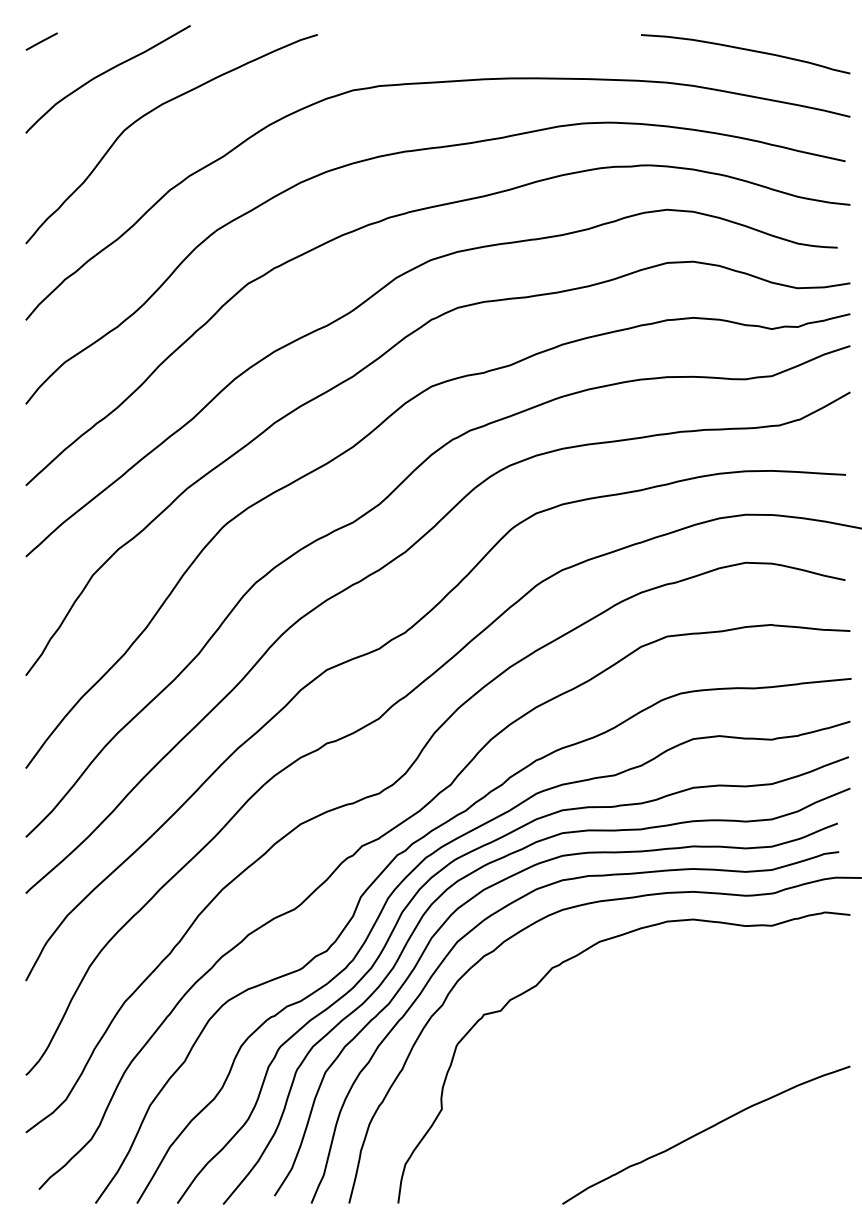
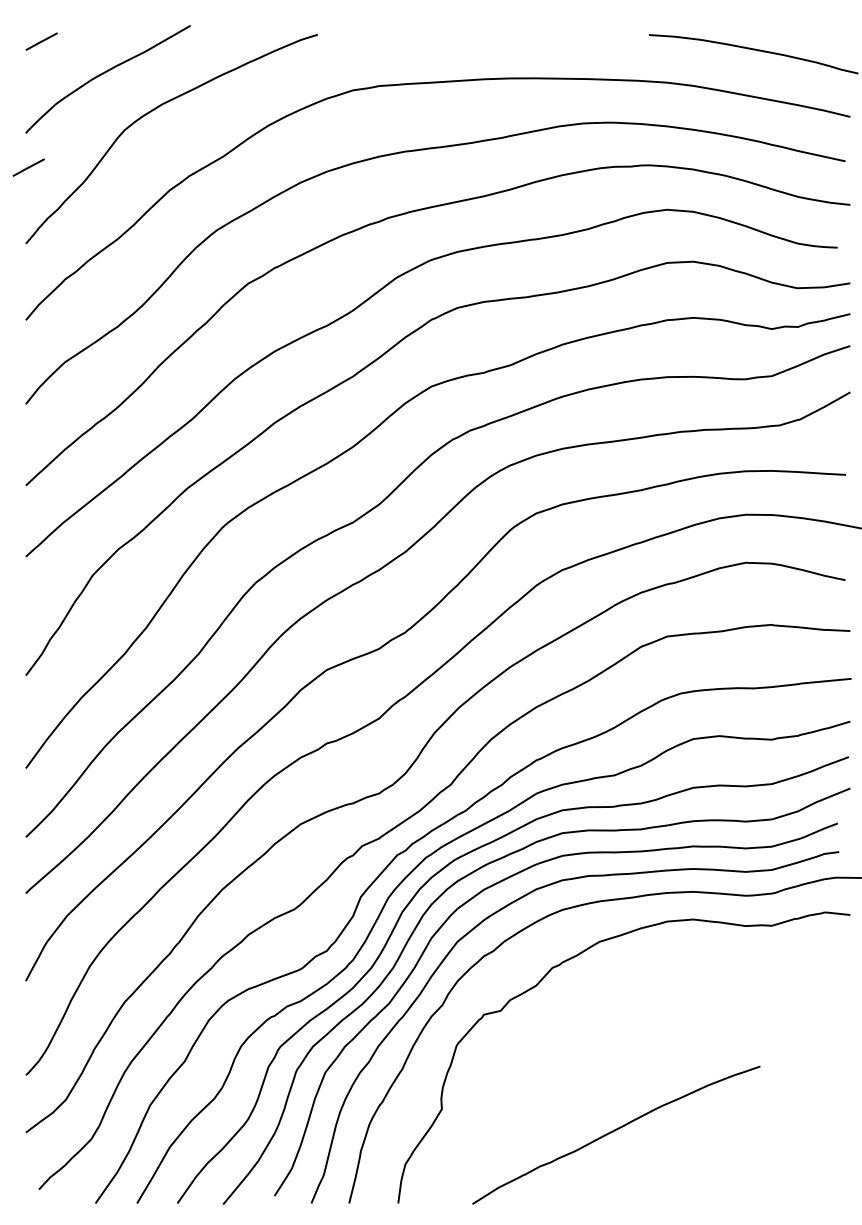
curve at (745, 50) position: (745, 50) -> (753, 50)
line at (28, 167): none -> present
curve at (705, 1131) position: (705, 1131) -> (615, 1131)
